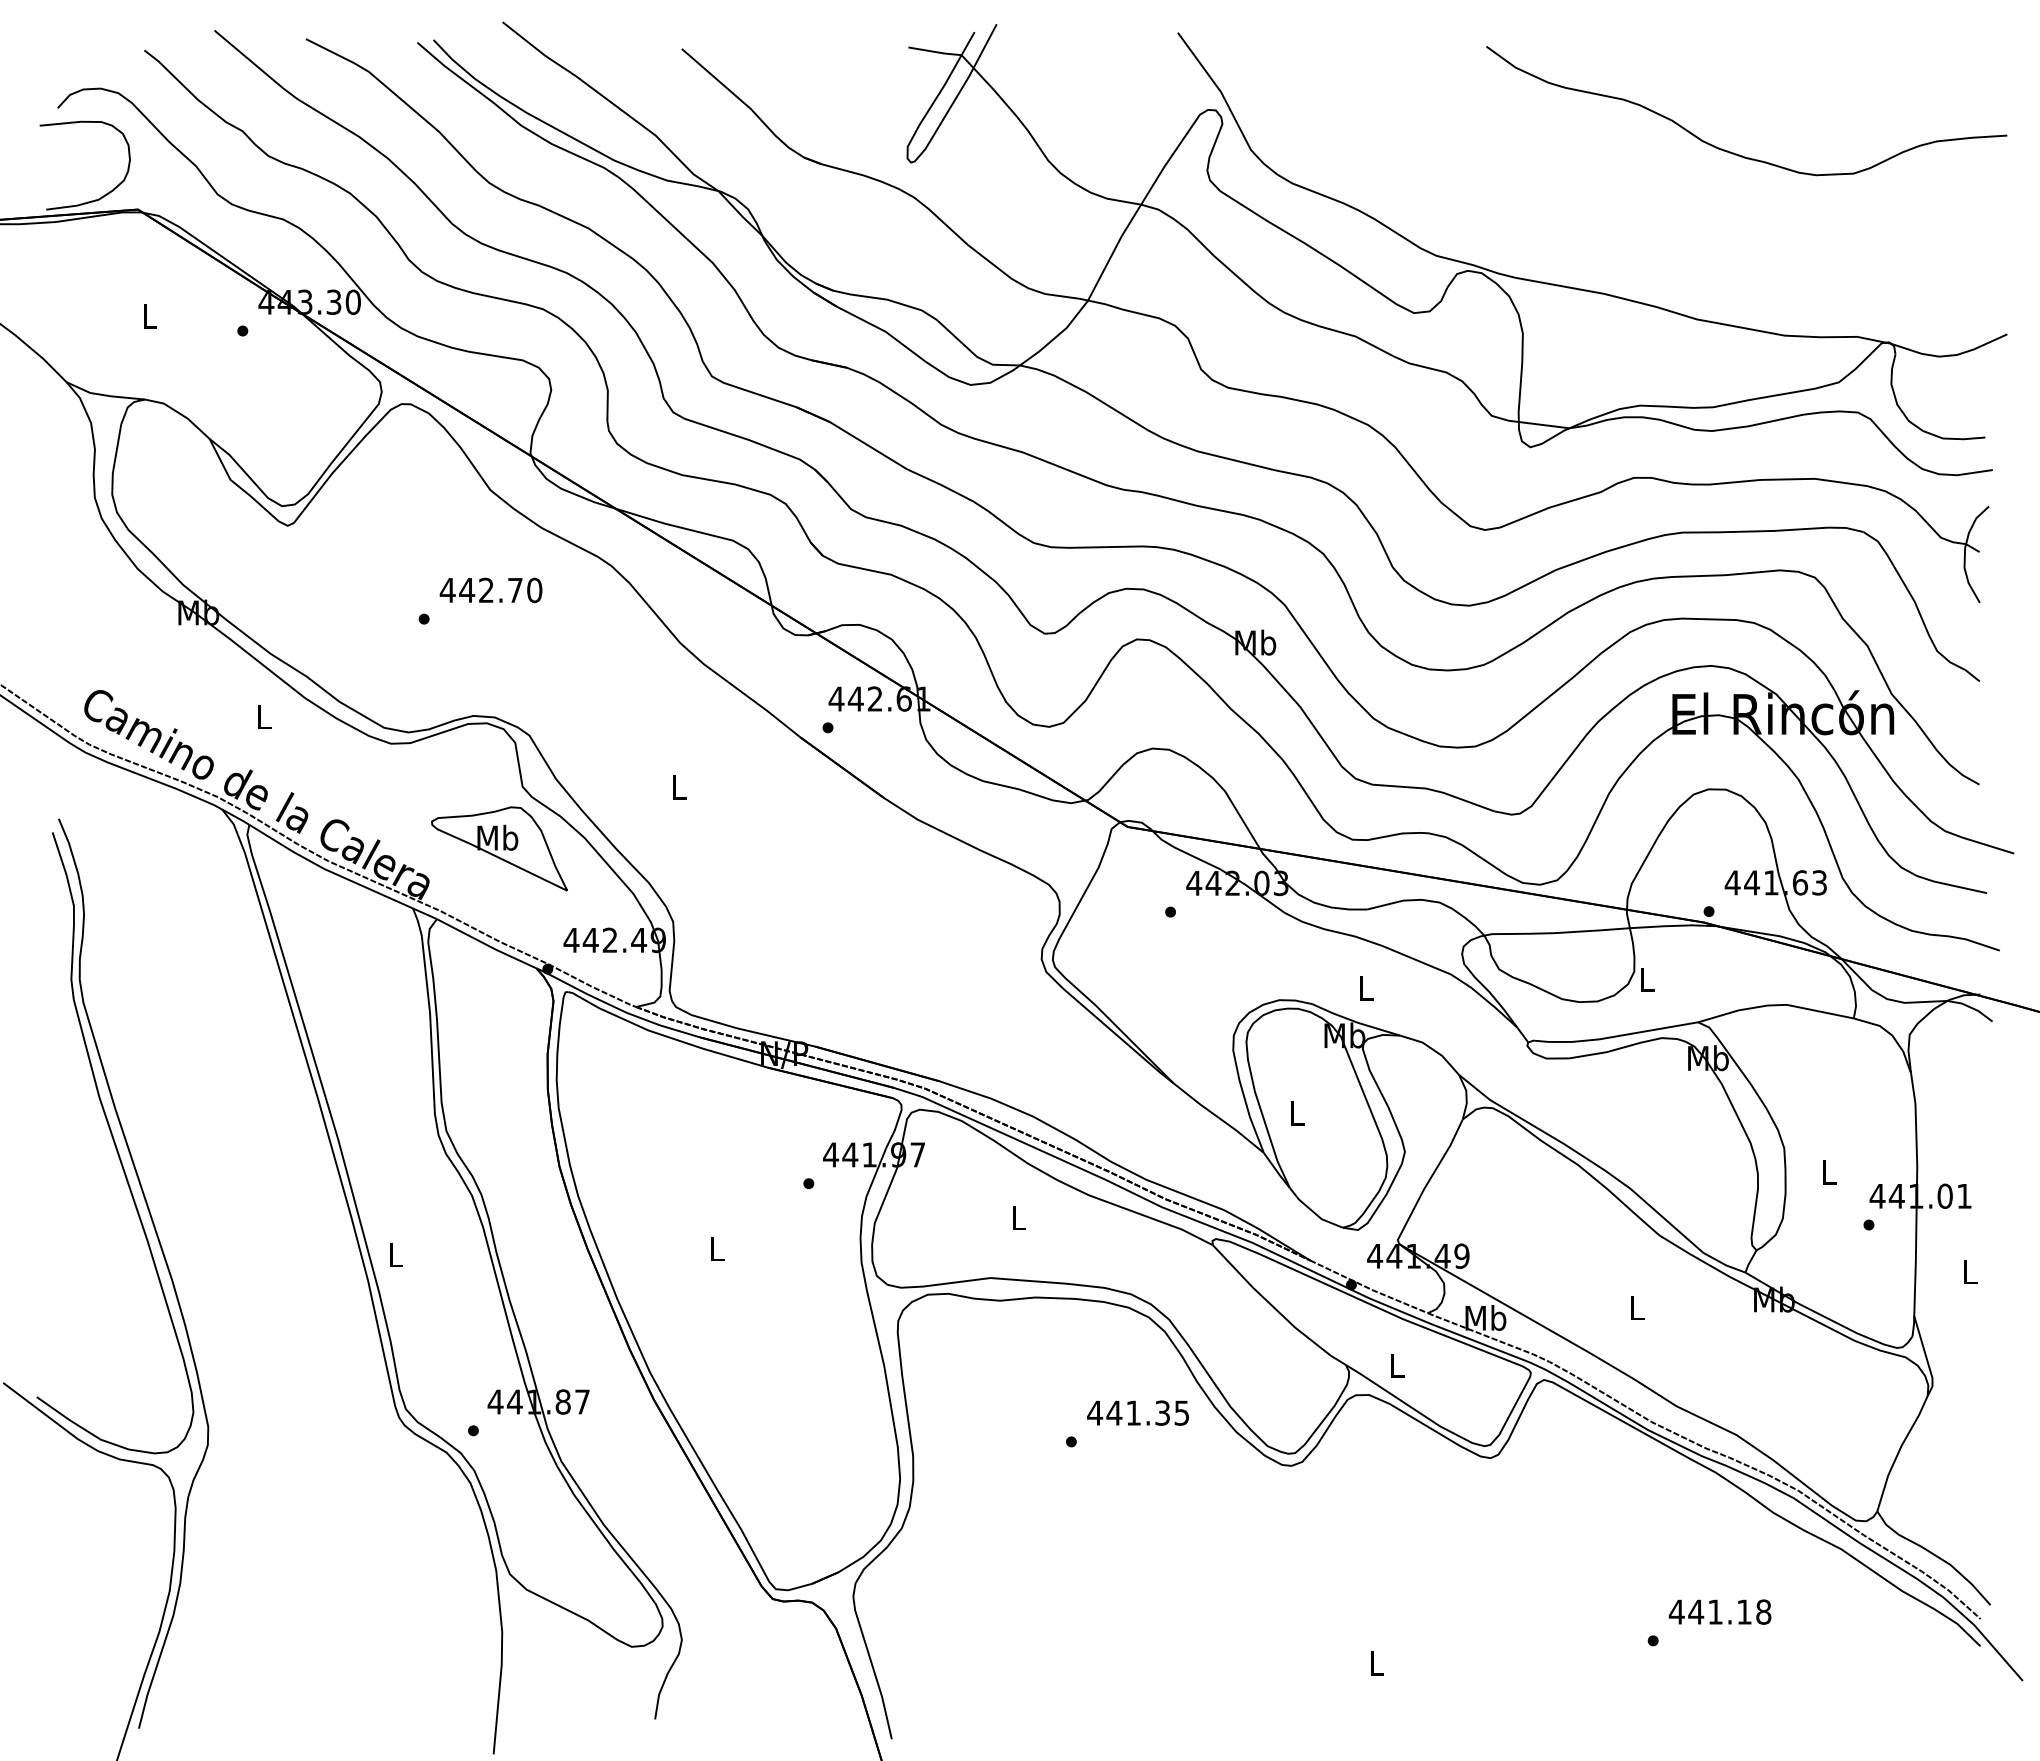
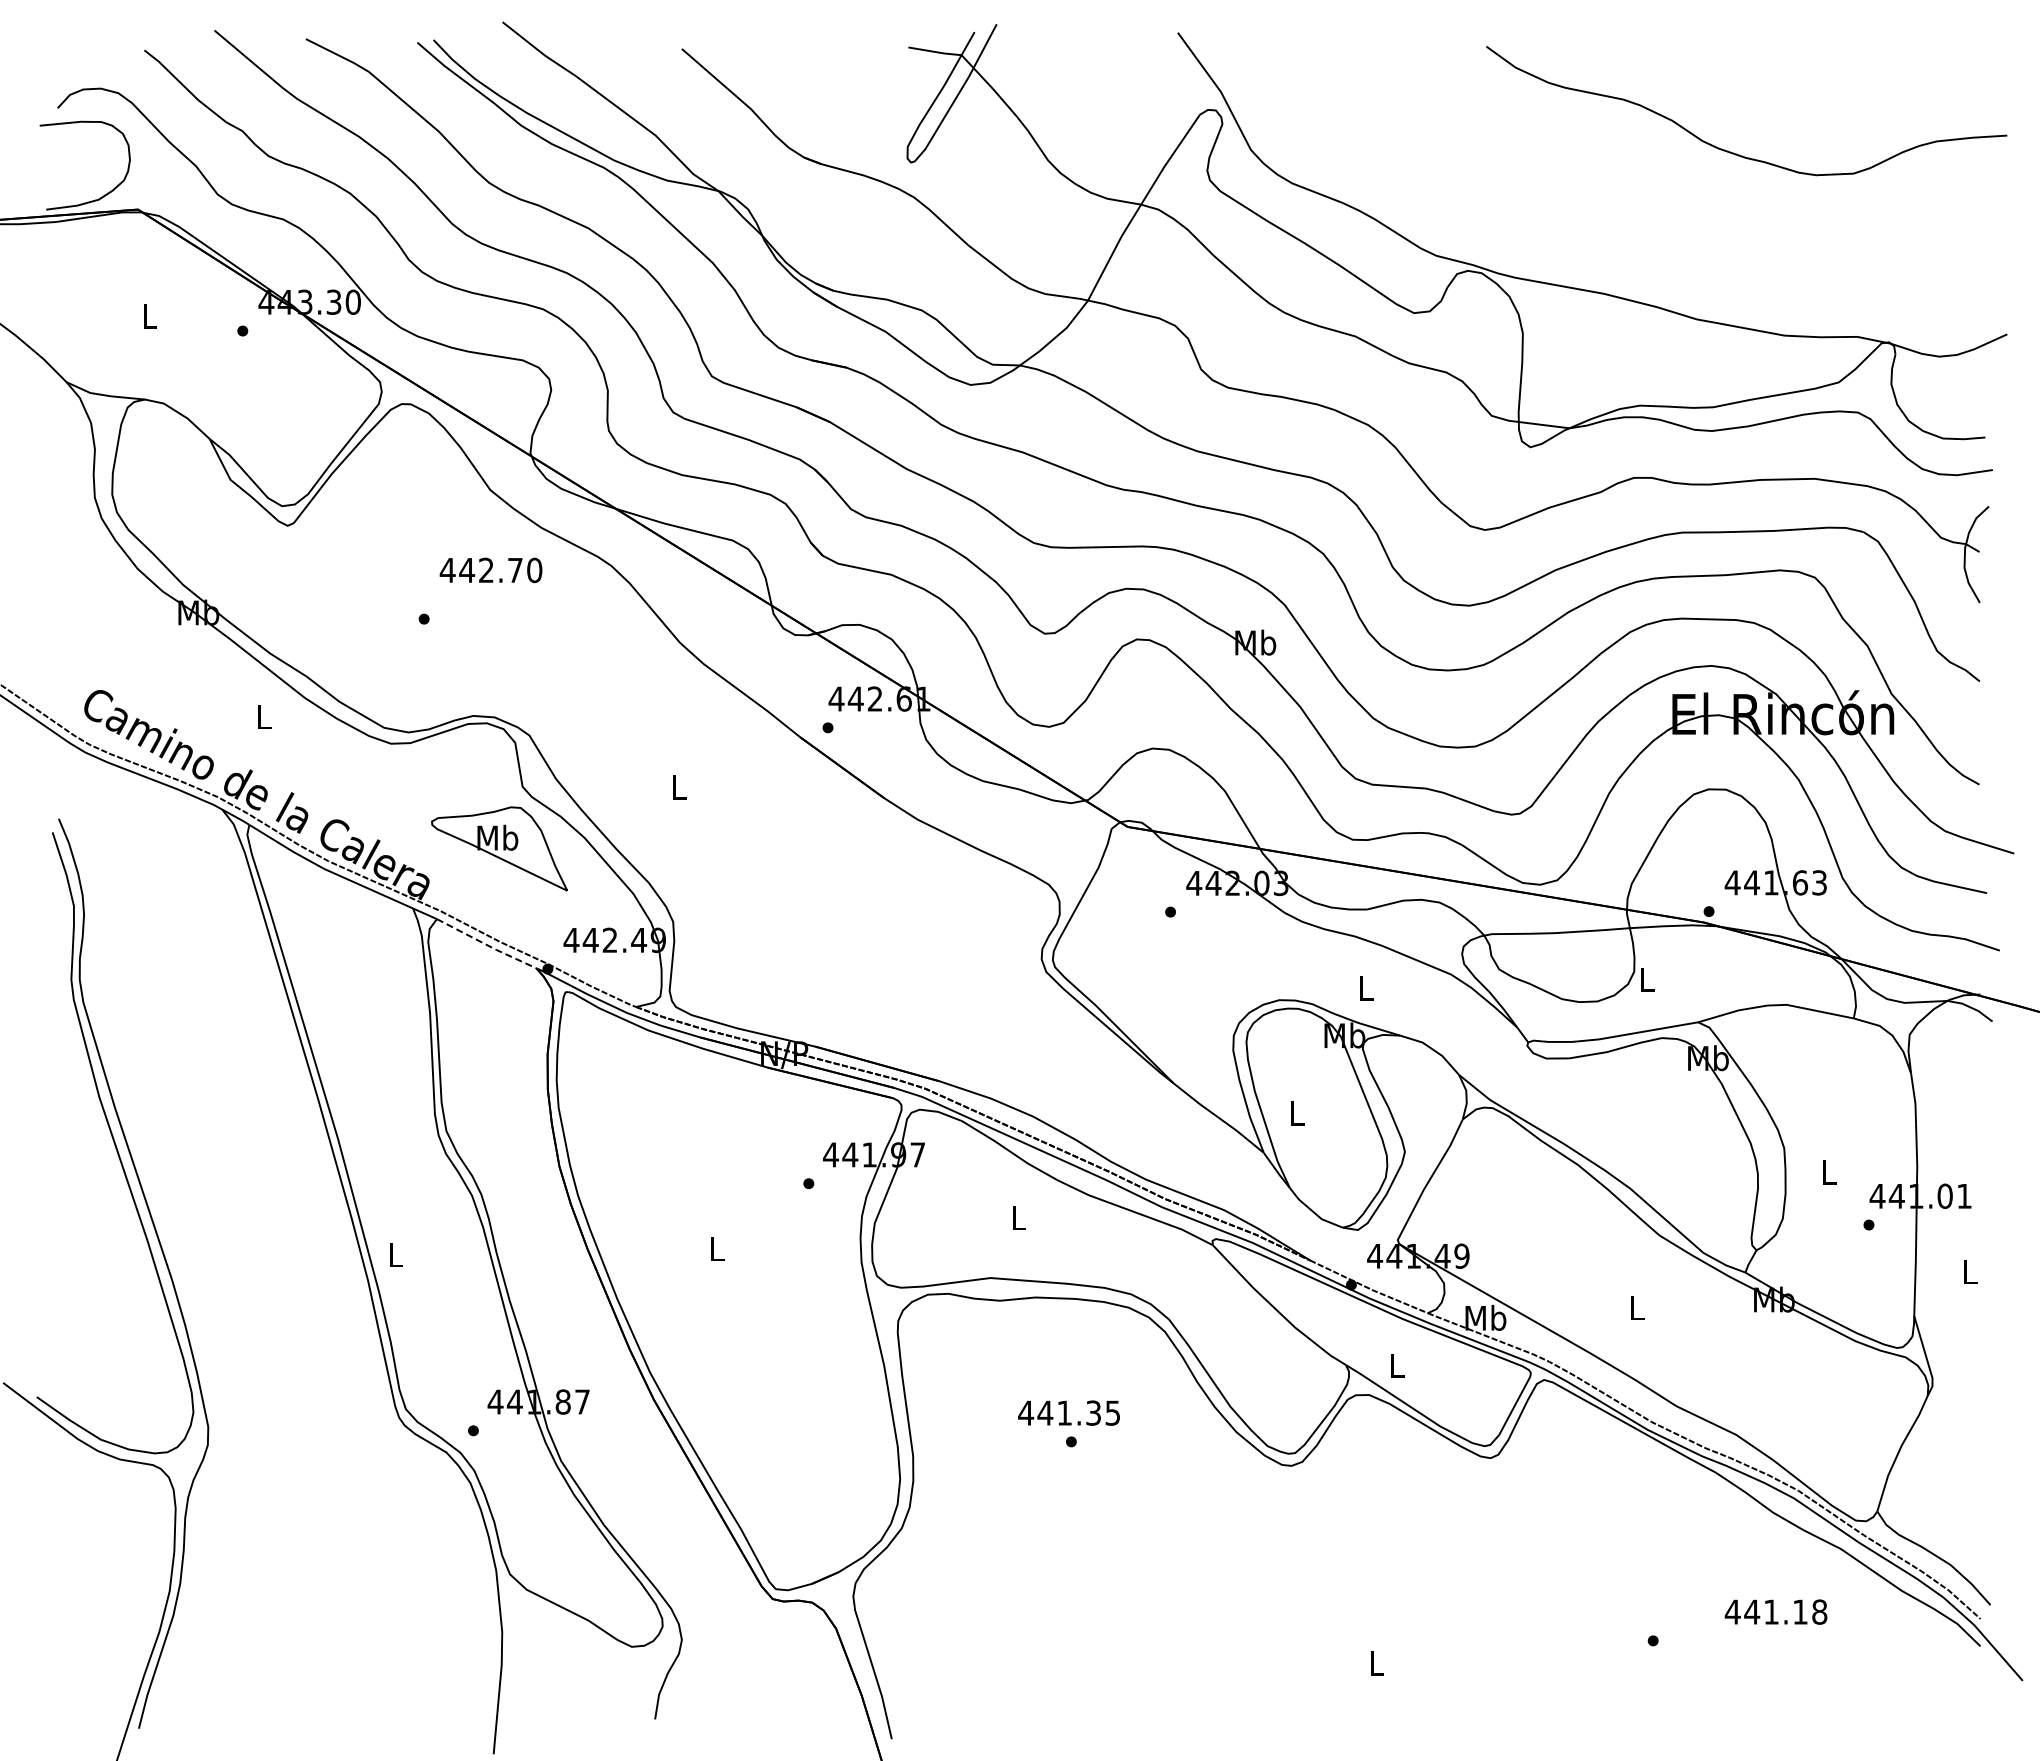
text at (490, 590) position: (490, 590) -> (490, 570)
line at (487, 945): solid -> dashed
text at (1137, 1412) position: (1137, 1412) -> (1068, 1412)
text at (1719, 1611) position: (1719, 1611) -> (1775, 1611)
